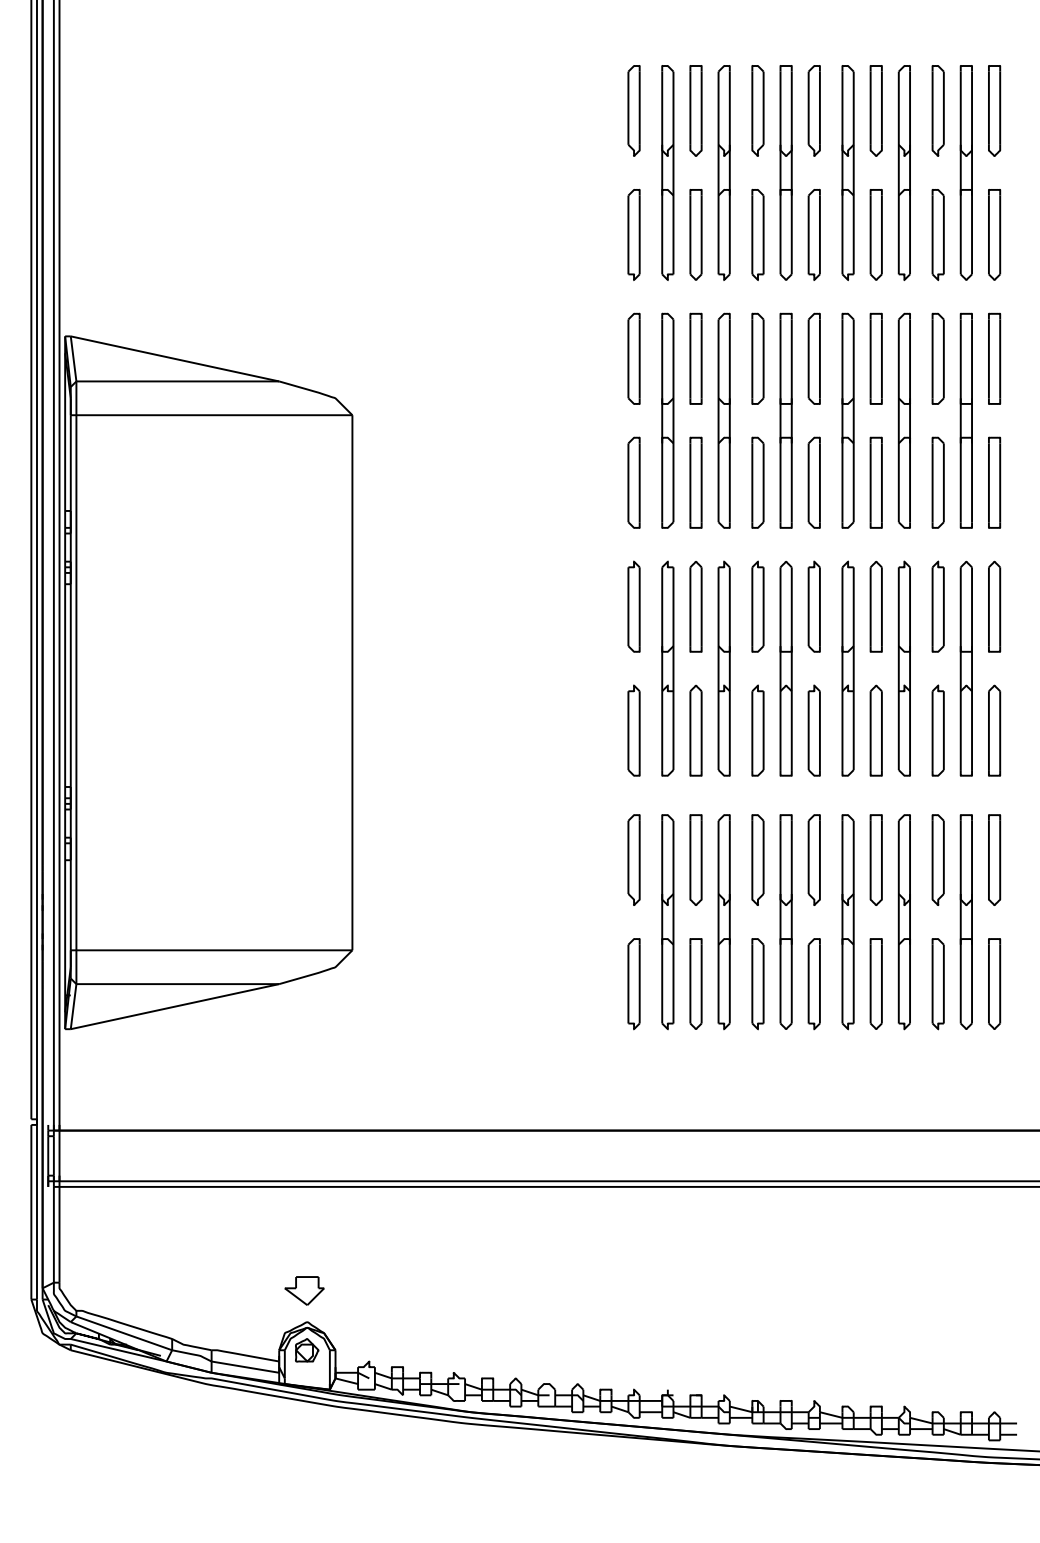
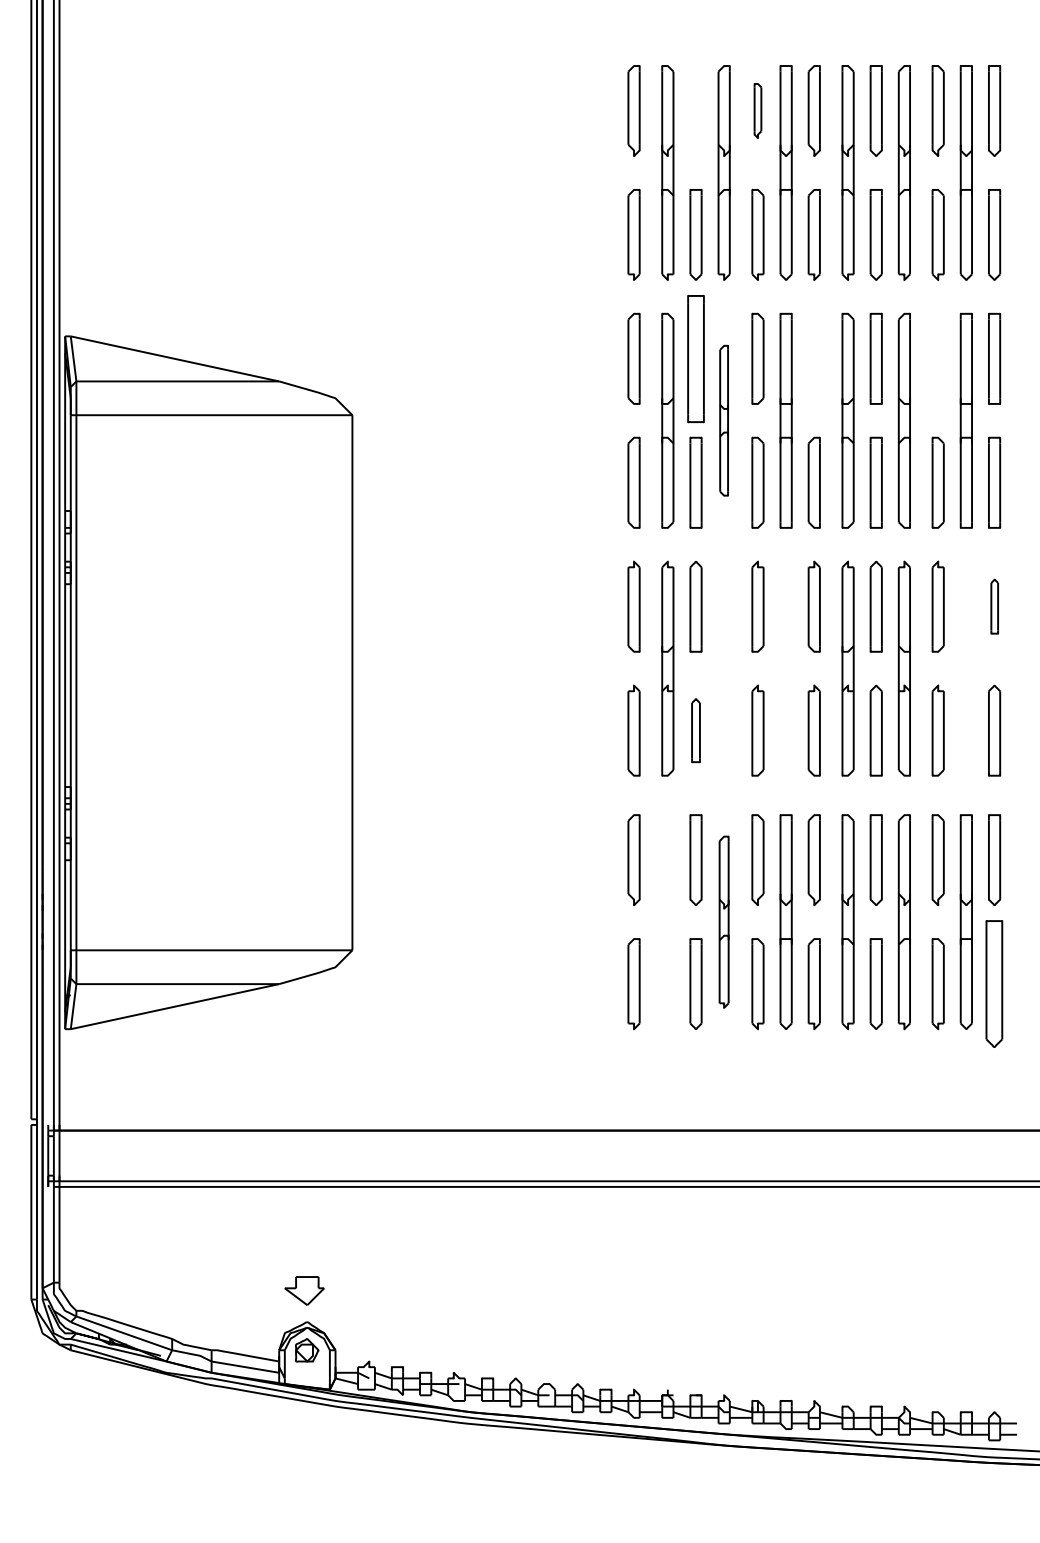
part at (695, 110): present -> none
part at (757, 110) size: 14x92 px -> 10x56 px
part at (695, 358) size: 14x93 px -> 18x129 px
part at (813, 358): present -> none
part at (937, 358): present -> none
part at (723, 420) size: 14x217 px -> 10x153 px
part at (994, 606) size: 14x93 px -> 9x57 px
part at (723, 668): present -> none
part at (785, 668): present -> none
part at (965, 668): present -> none
part at (695, 730) size: 14x93 px -> 10x66 px
part at (667, 922): present -> none
part at (723, 922) size: 14x217 px -> 12x174 px
part at (994, 983) size: 14x92 px -> 19x128 px
